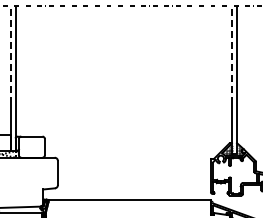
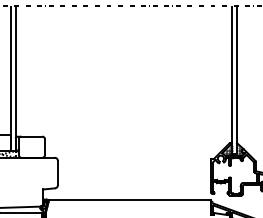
line at (10, 55): dashed -> solid
line at (232, 55): dashed -> solid
